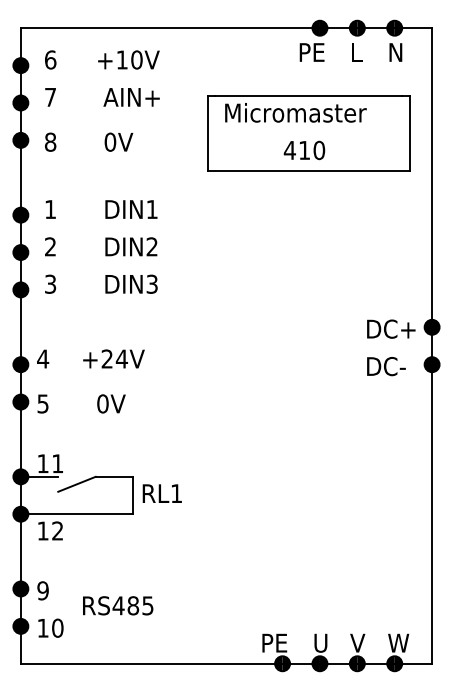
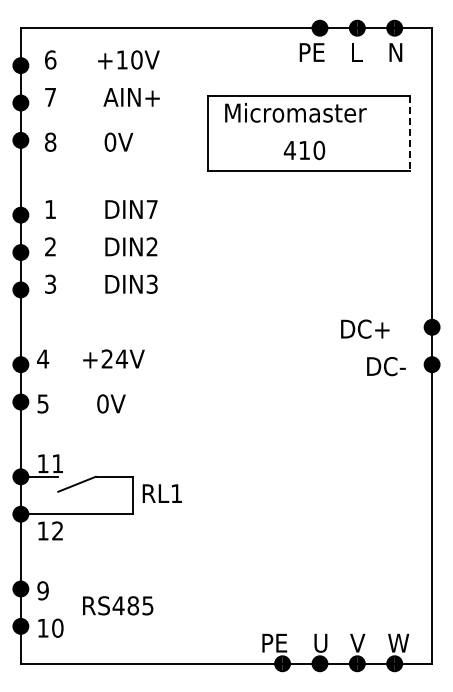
line at (409, 134): solid -> dashed
text at (151, 209): DIN1 -> DIN7
text at (391, 328) position: (391, 328) -> (365, 328)
